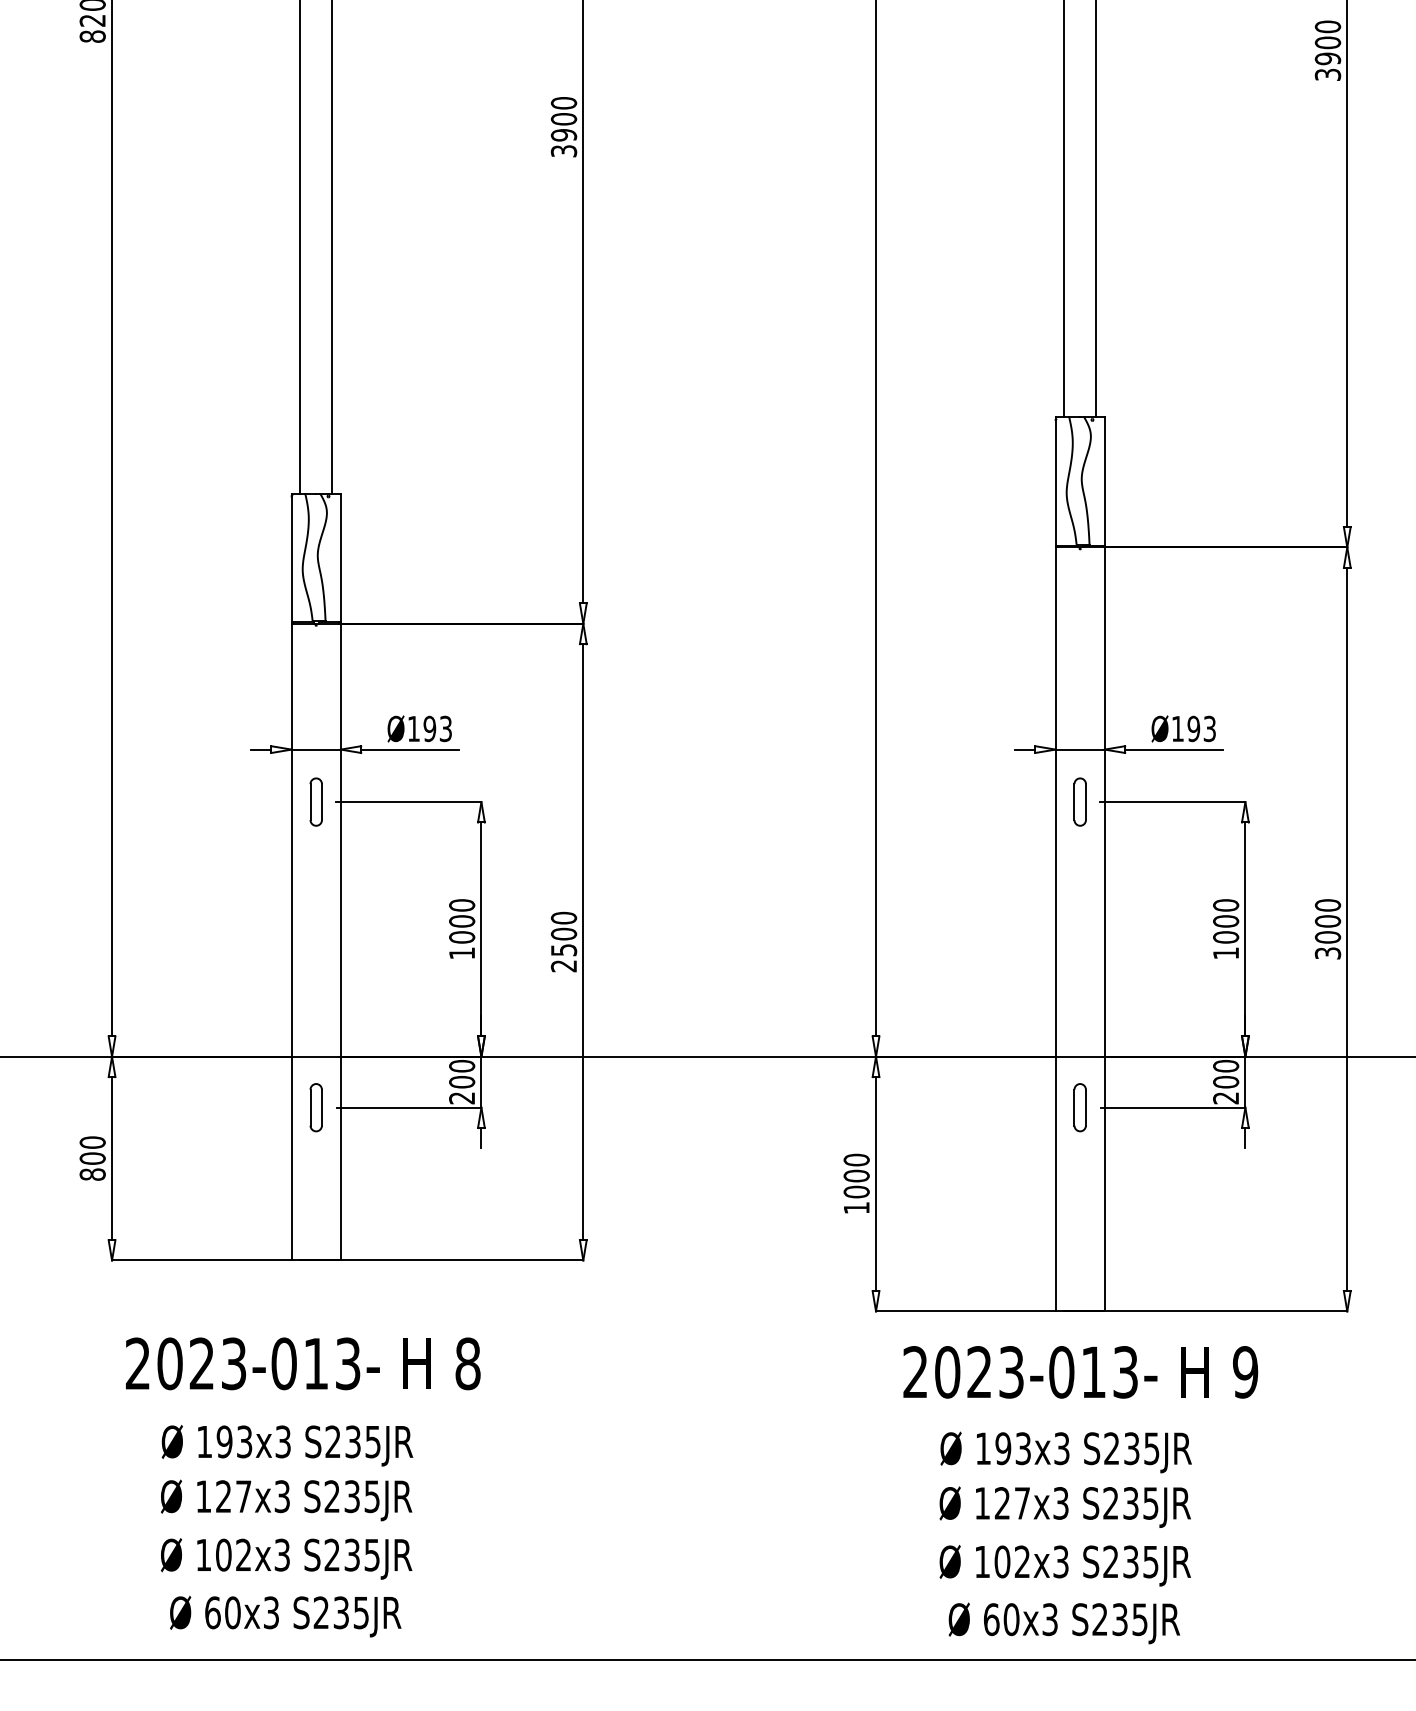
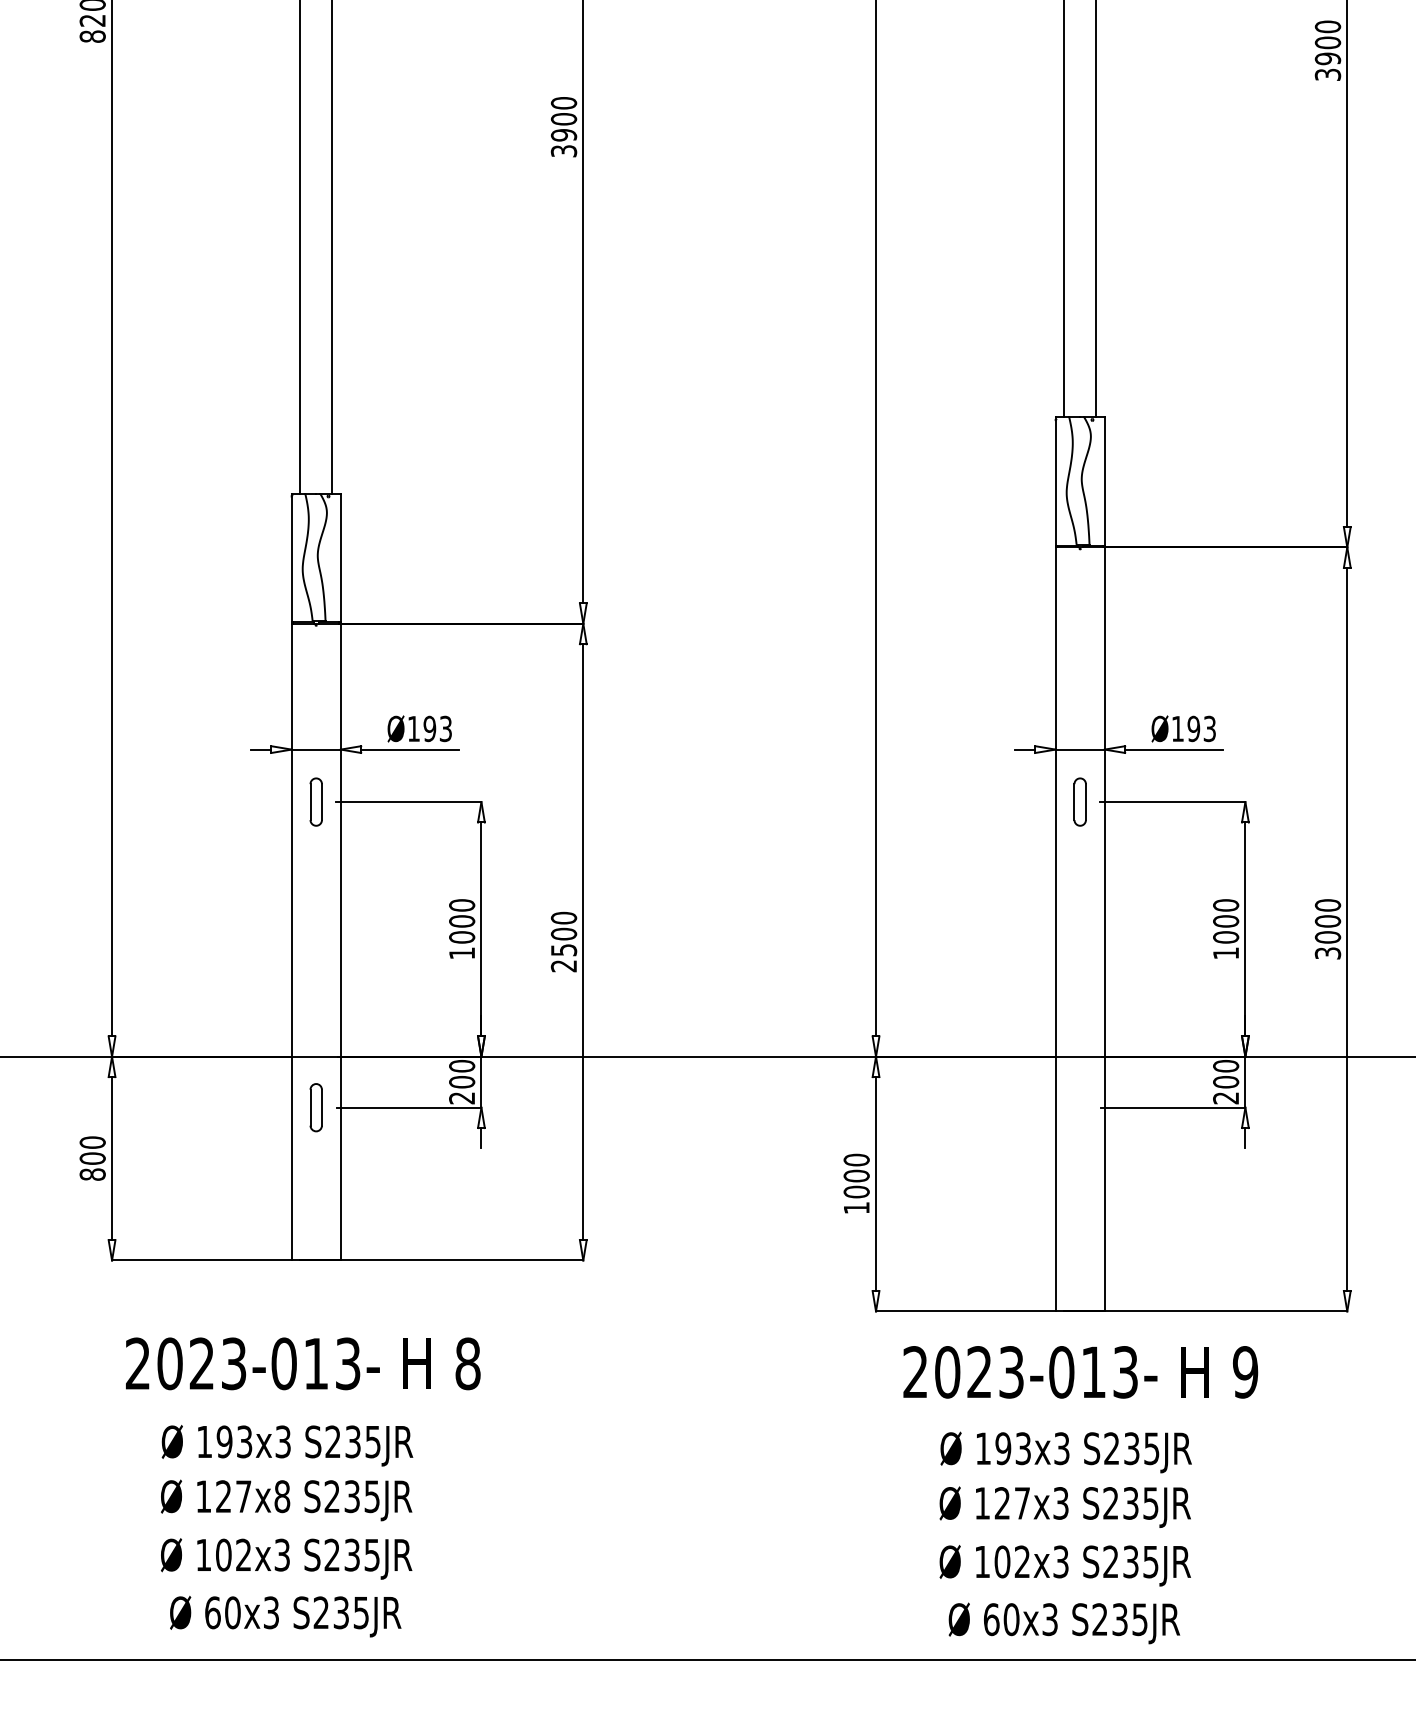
part at (1079, 1107): present -> none
text at (282, 1496): 127x3 -> 127x8
